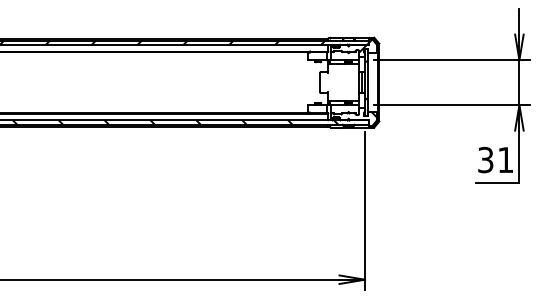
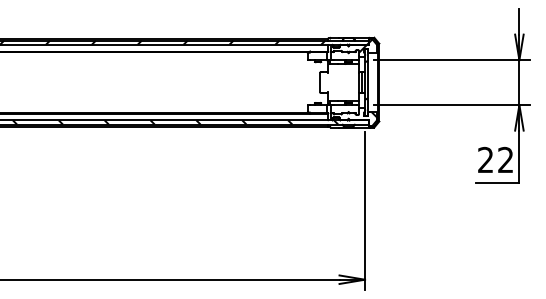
text at (495, 159): 31 -> 22
